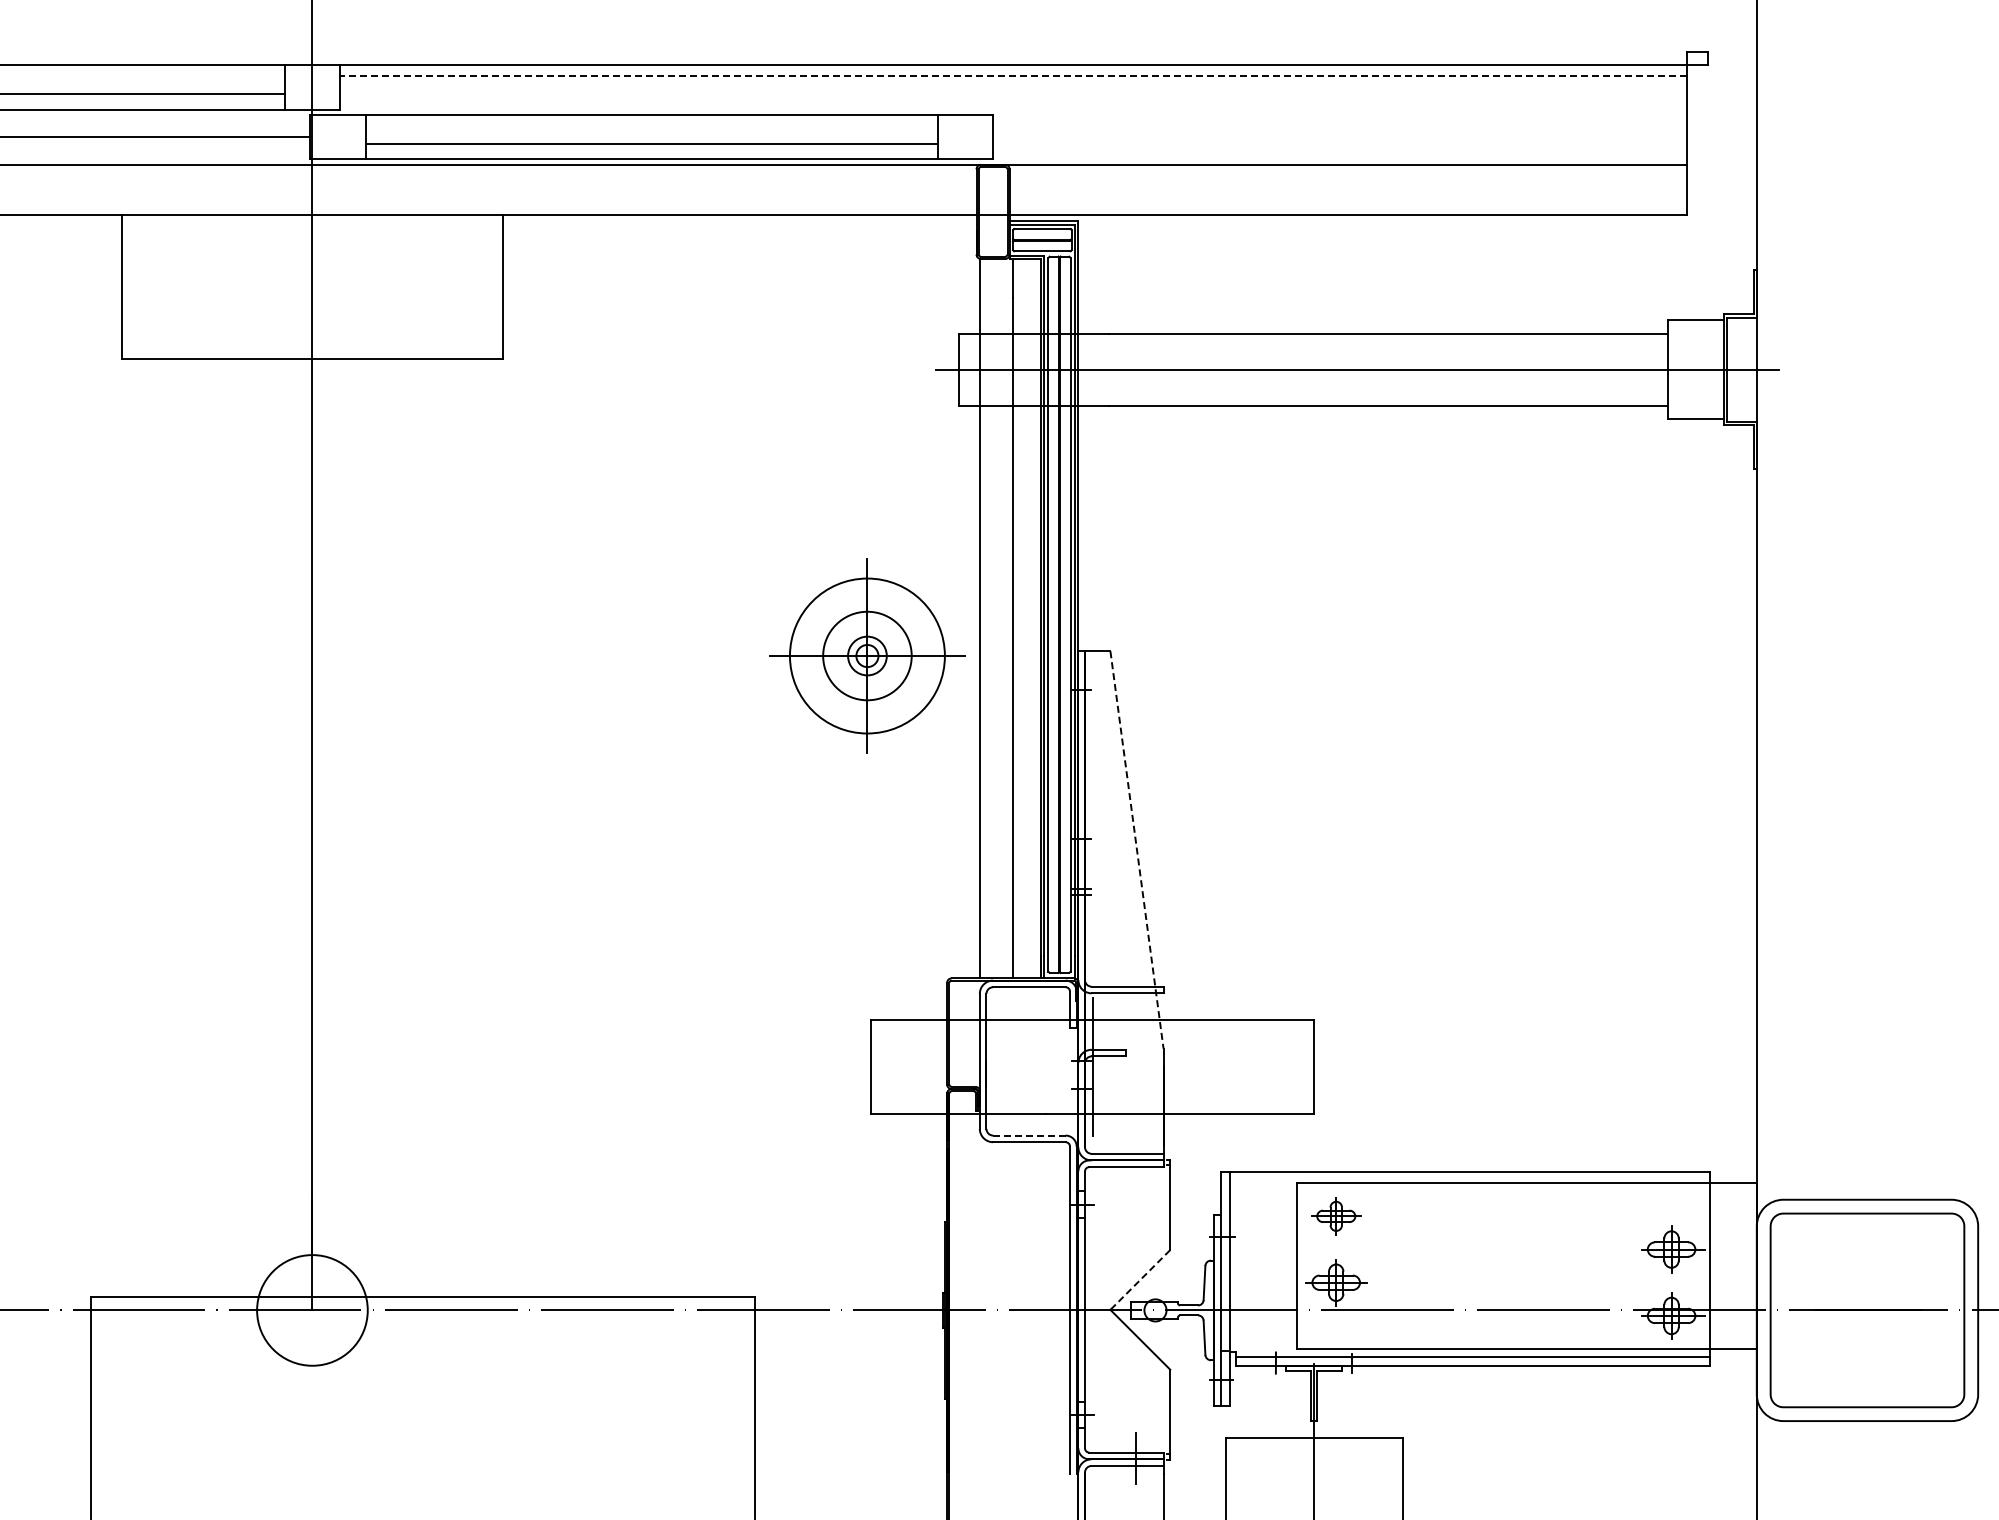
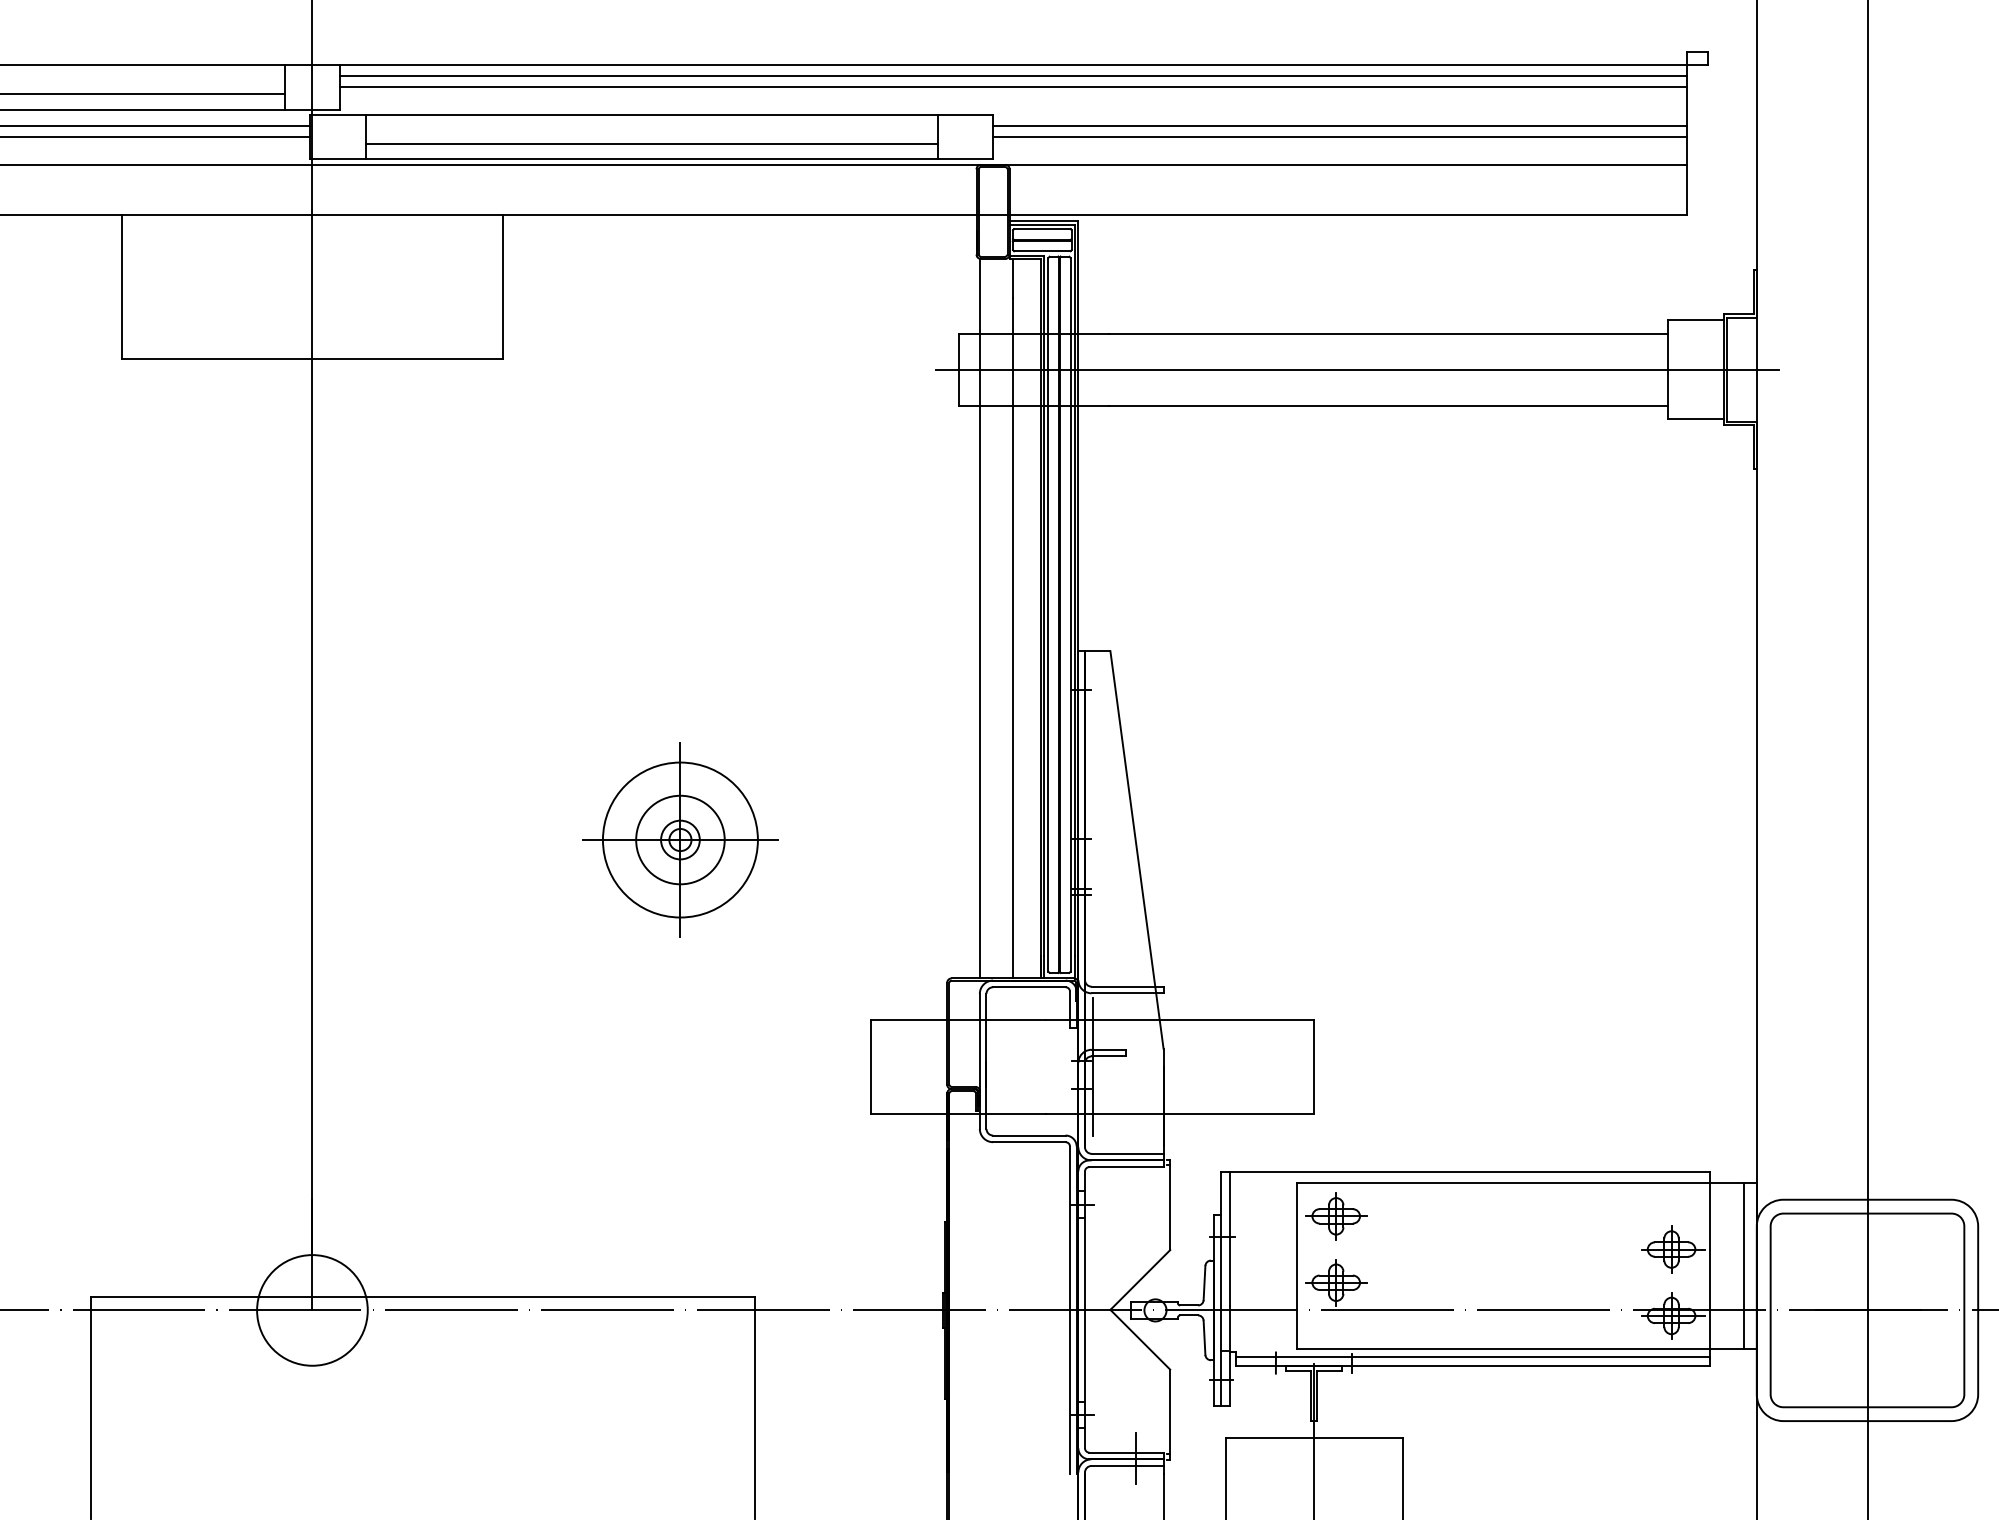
line at (1013, 76): dashed -> solid
line at (1013, 87): none -> present
line at (156, 126): none -> present
line at (1340, 126): none -> present
line at (1340, 137): none -> present
part at (867, 655) position: (867, 655) -> (680, 839)
line at (1867, 759): none -> present
line at (1137, 850): dashed -> solid
line at (1028, 1135): dashed -> solid
part at (1336, 1216) size: 51x39 px -> 63x49 px
line at (1743, 1266): none -> present
line at (1139, 1280): dashed -> solid
